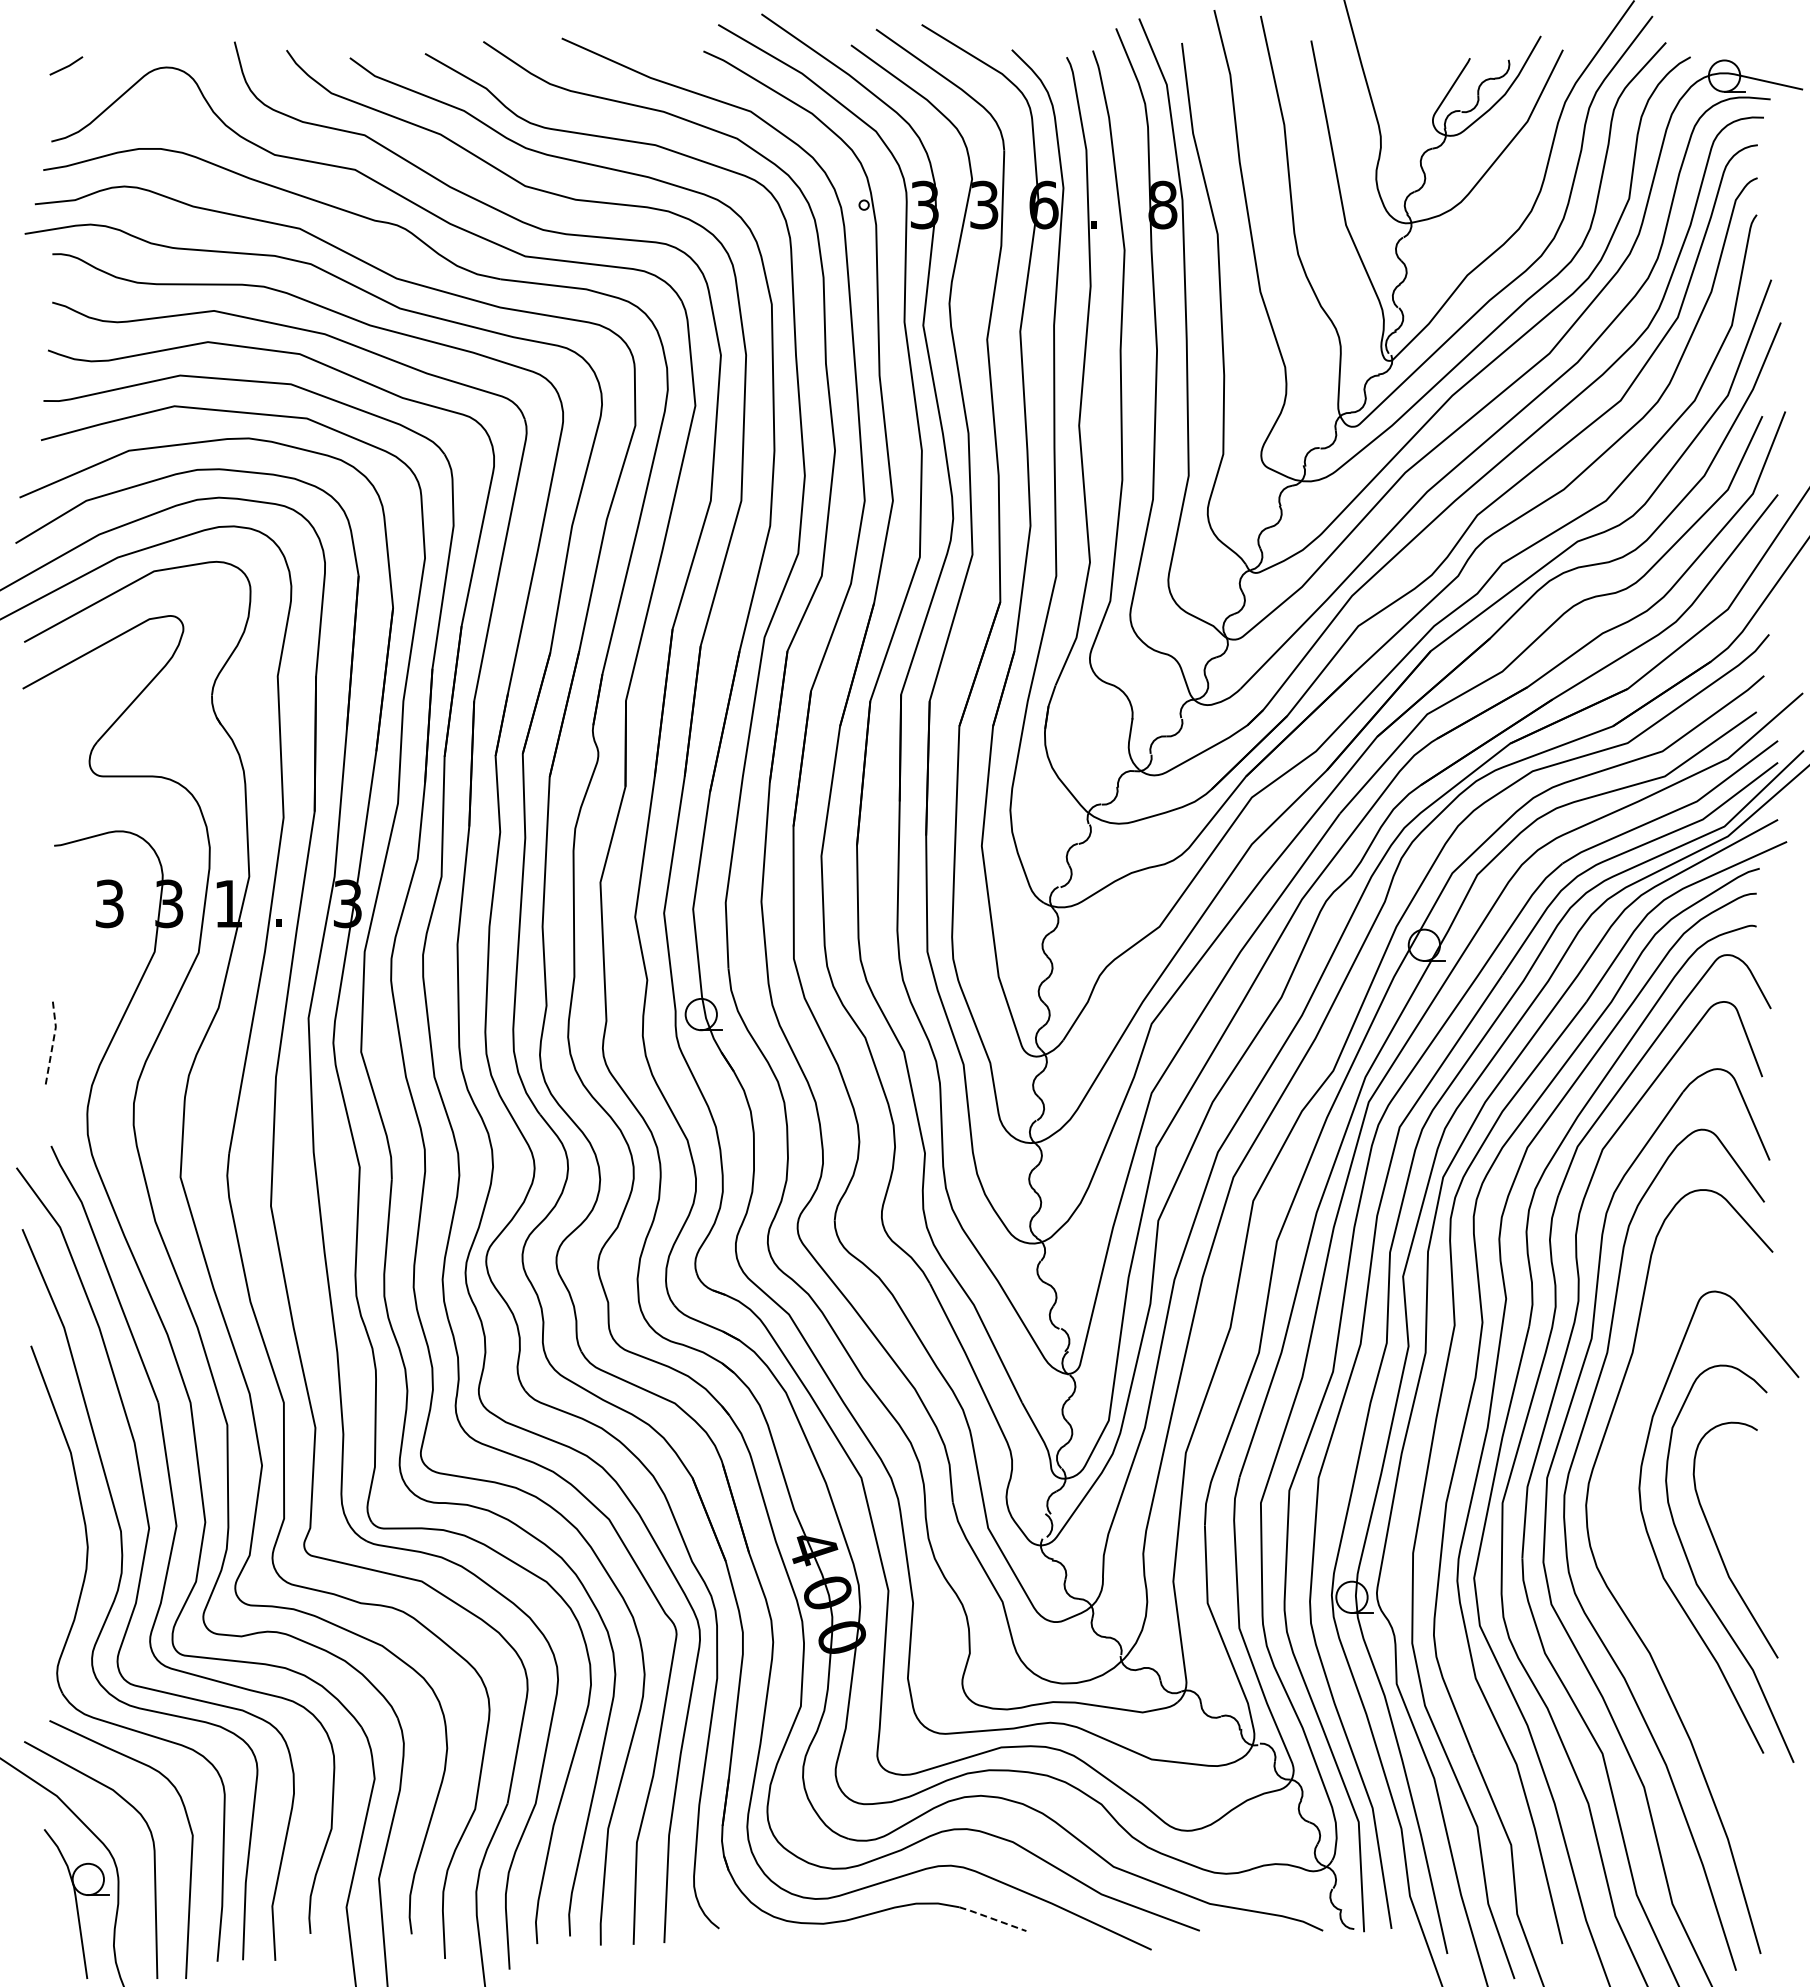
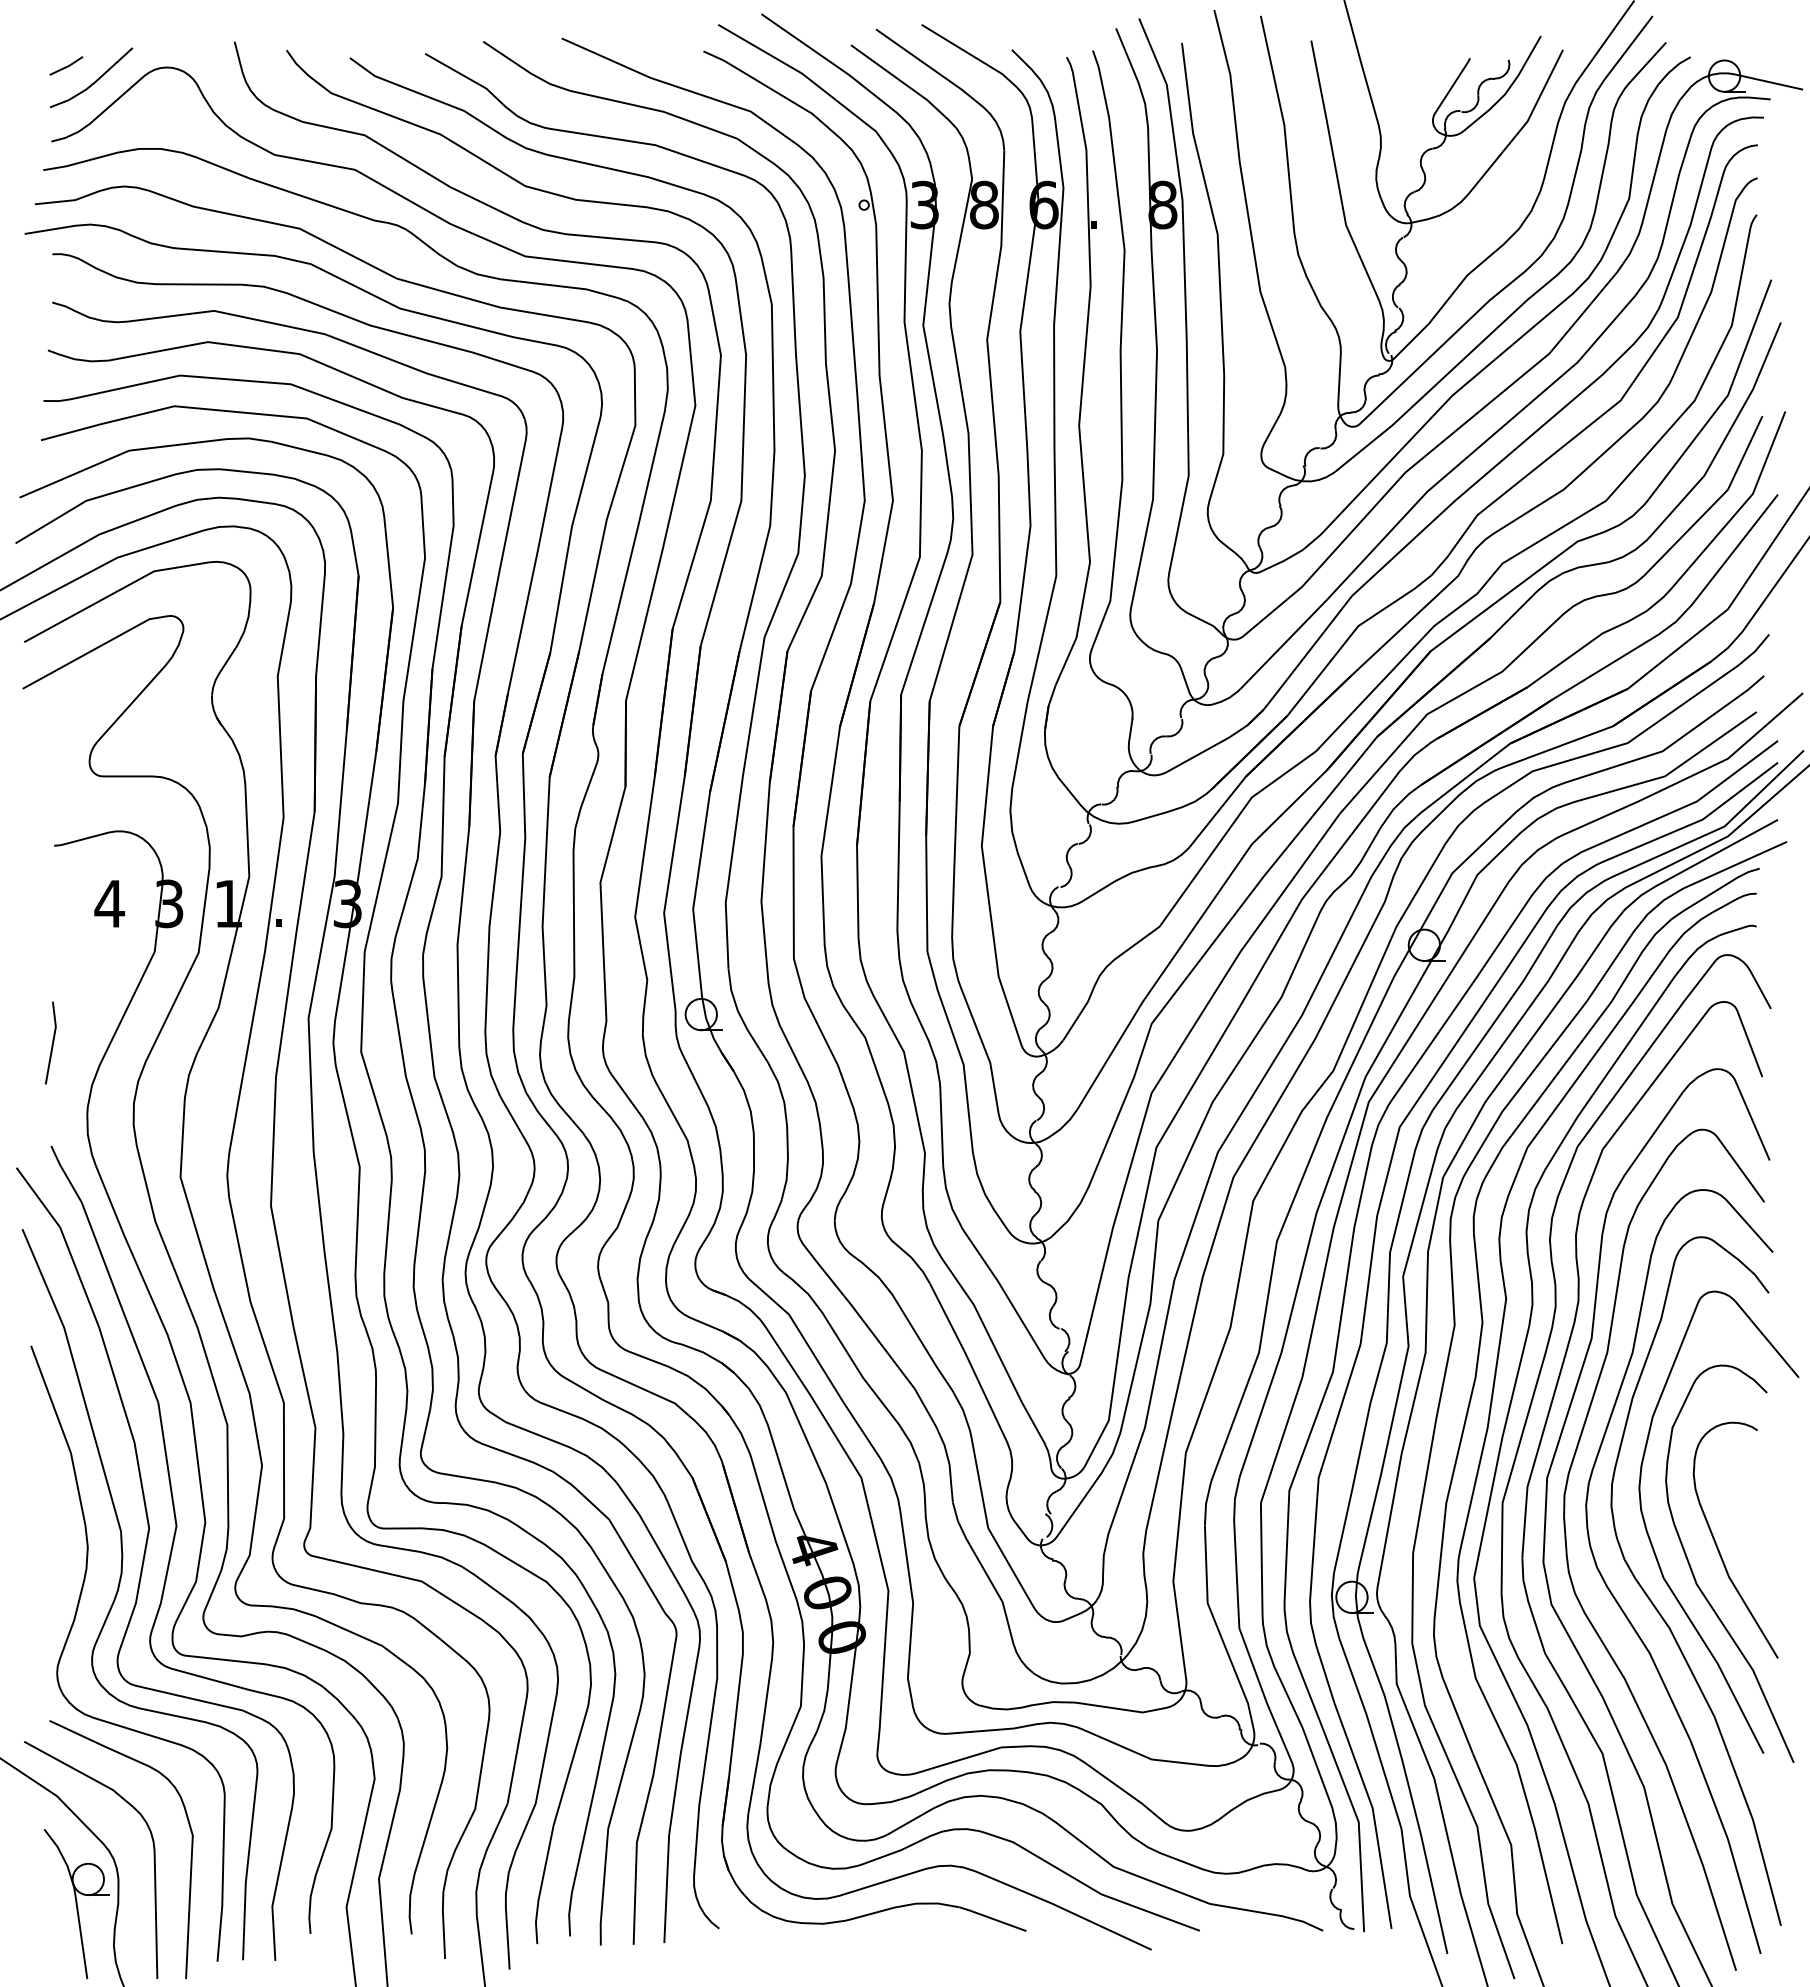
part at (91, 77): none -> present
text at (984, 204): 3 -> 8
text at (109, 903): 3 -> 4
line at (53, 1042): dashed -> solid
curve at (1657, 1608): none -> present
line at (992, 1918): dashed -> solid
